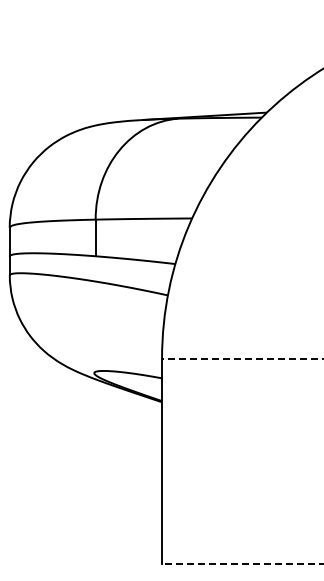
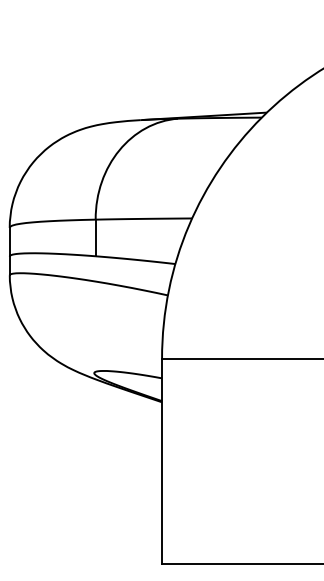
line at (242, 358): dashed -> solid
line at (242, 563): dashed -> solid
